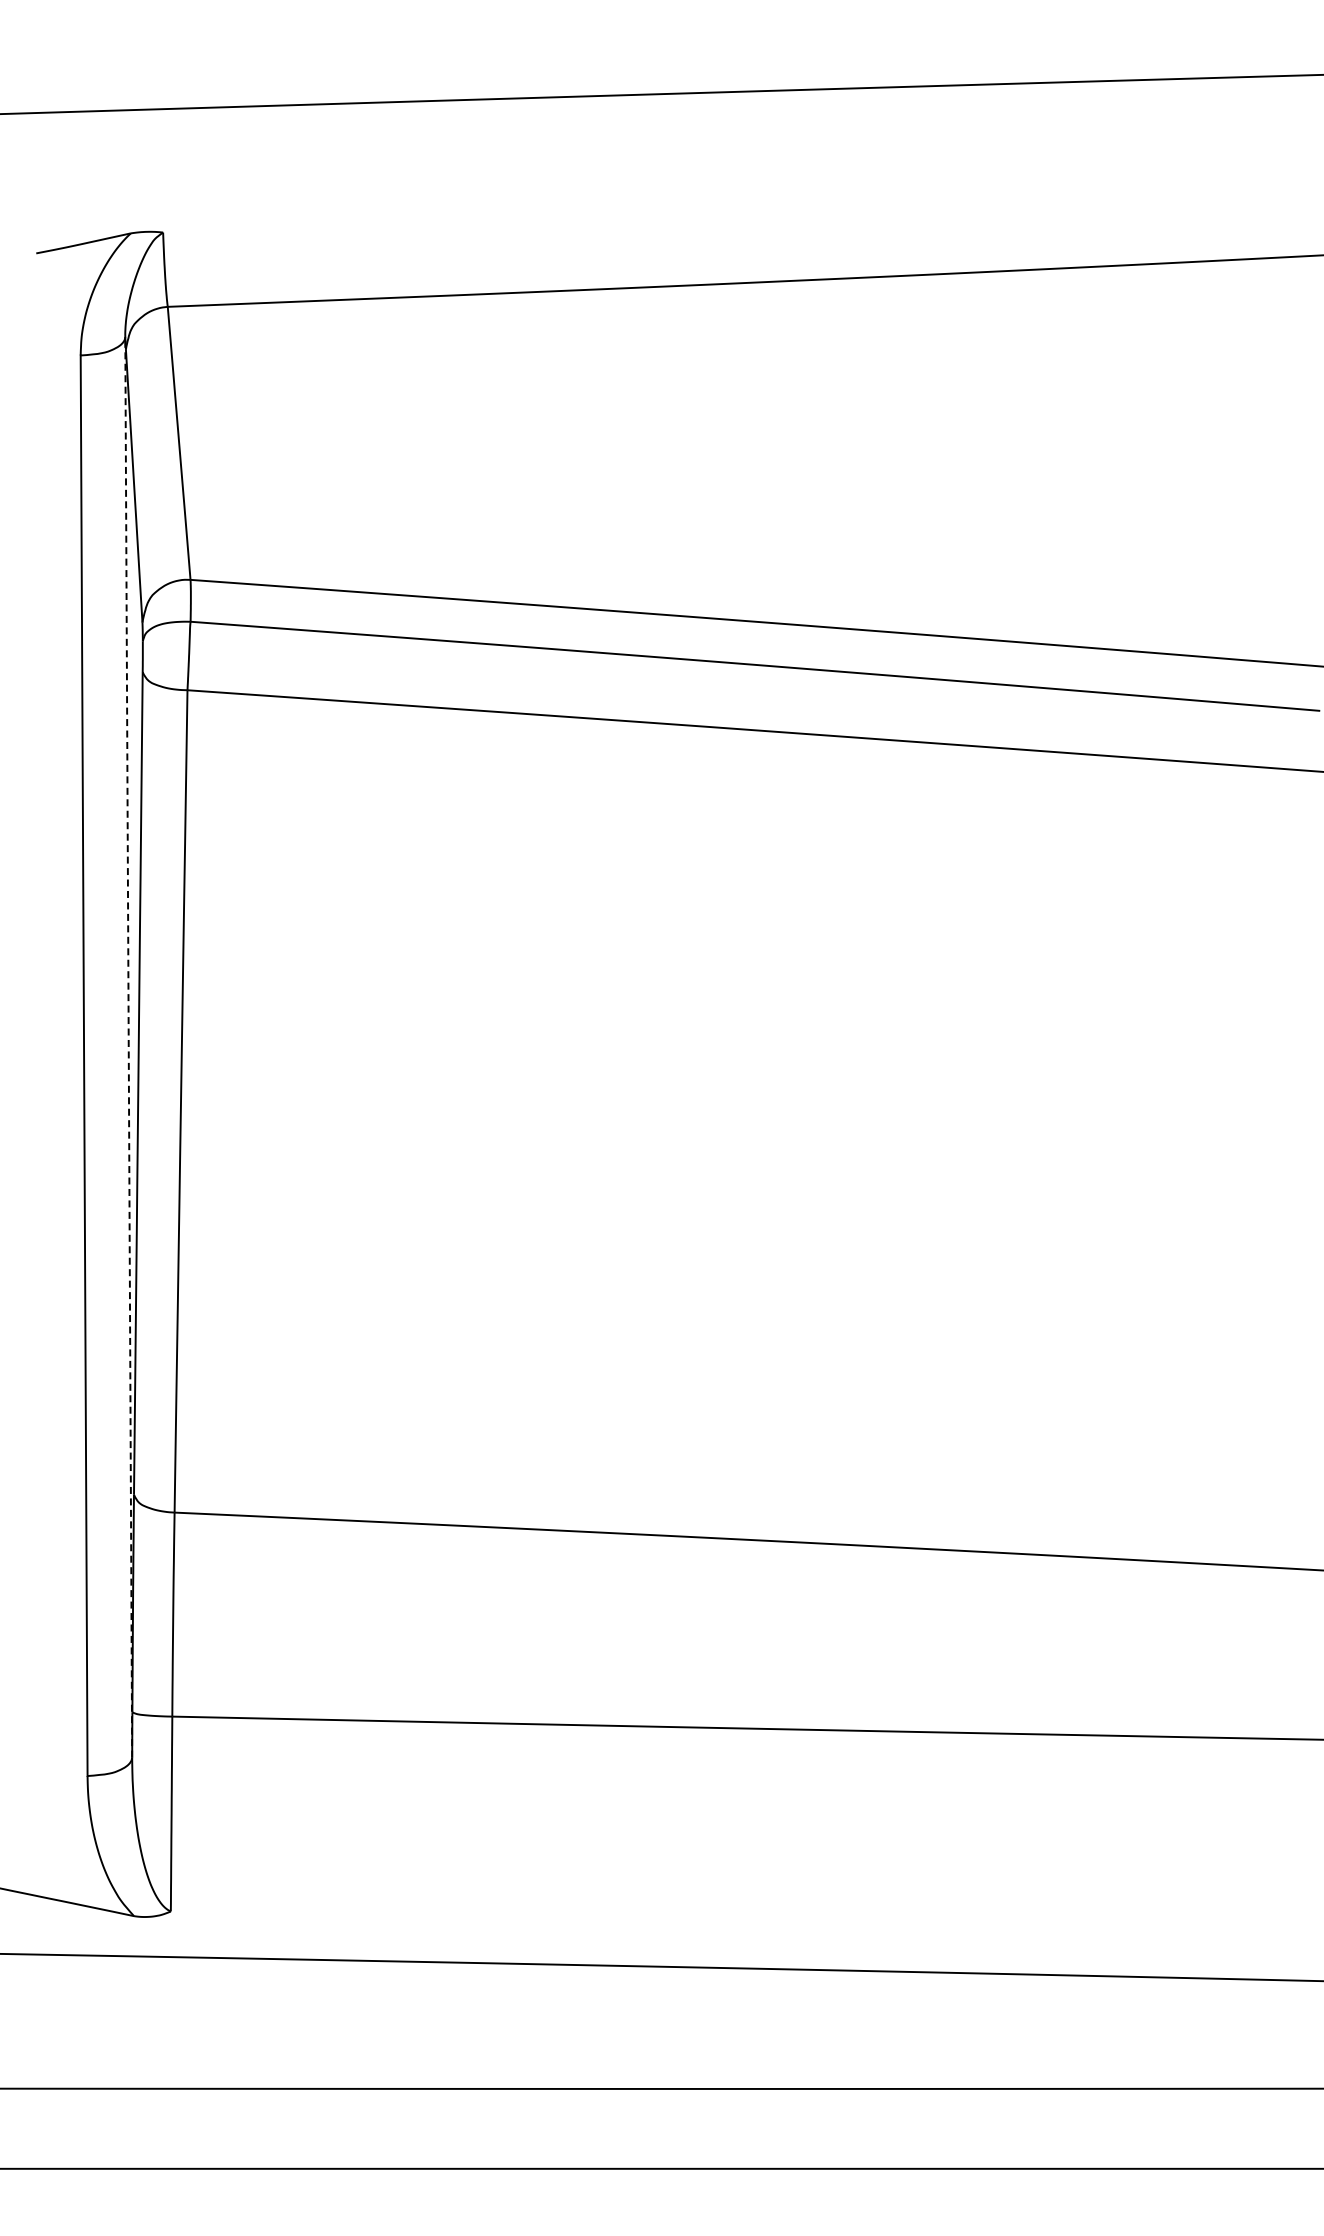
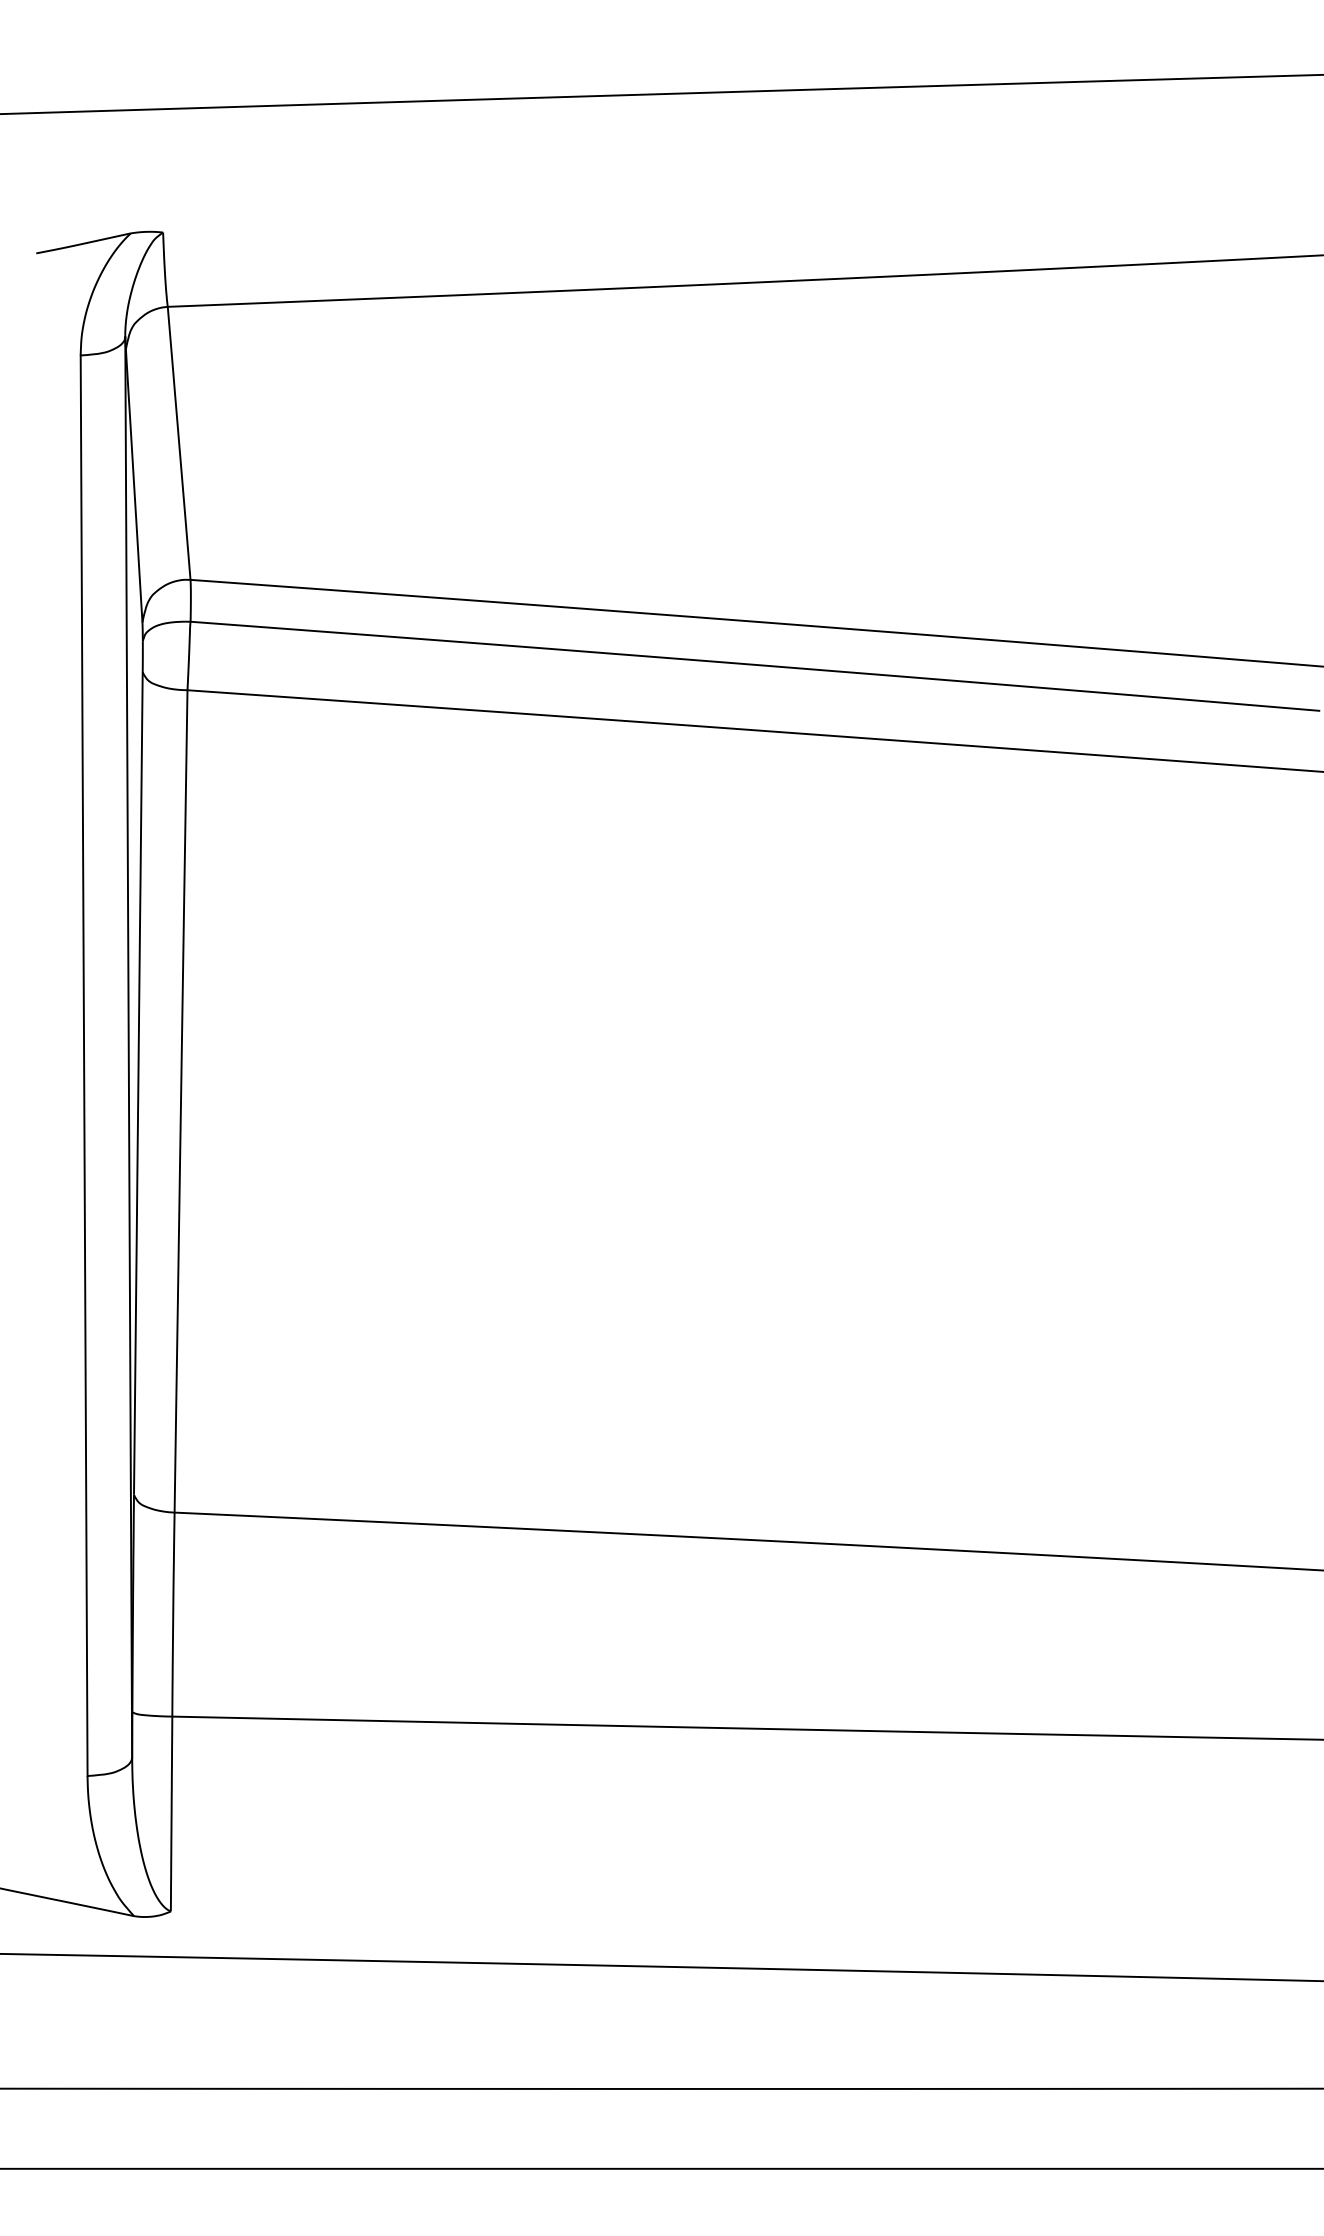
line at (128, 1046): dashed -> solid
